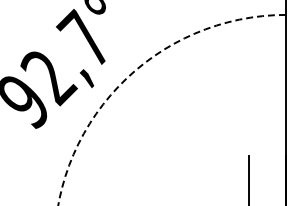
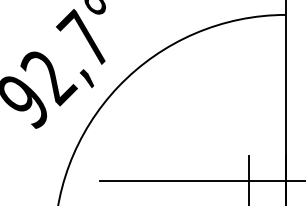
arc at (137, 69): dashed -> solid
line at (200, 181): none -> present
